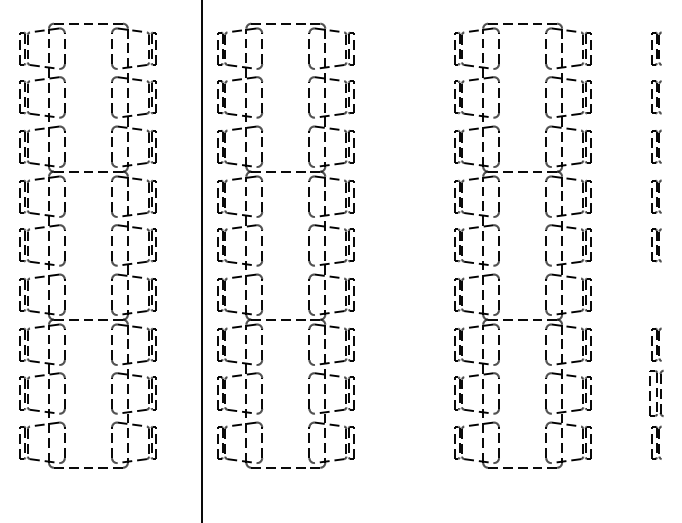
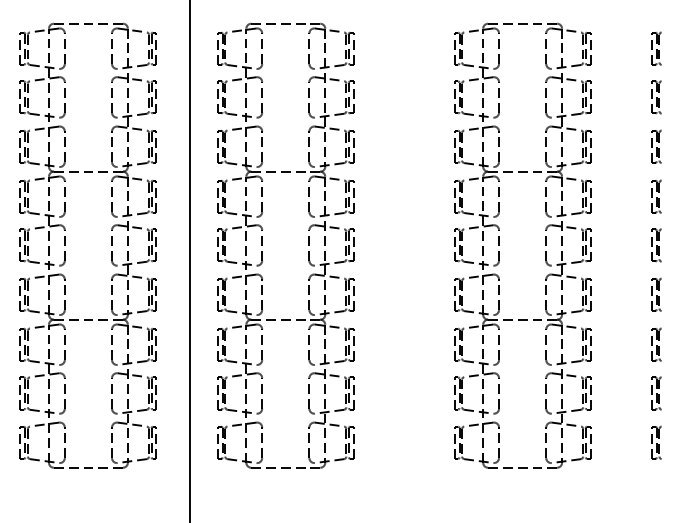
line at (202, 260) position: (202, 260) -> (190, 260)
part at (656, 294): none -> present
part at (656, 393) size: 15x47 px -> 11x35 px
